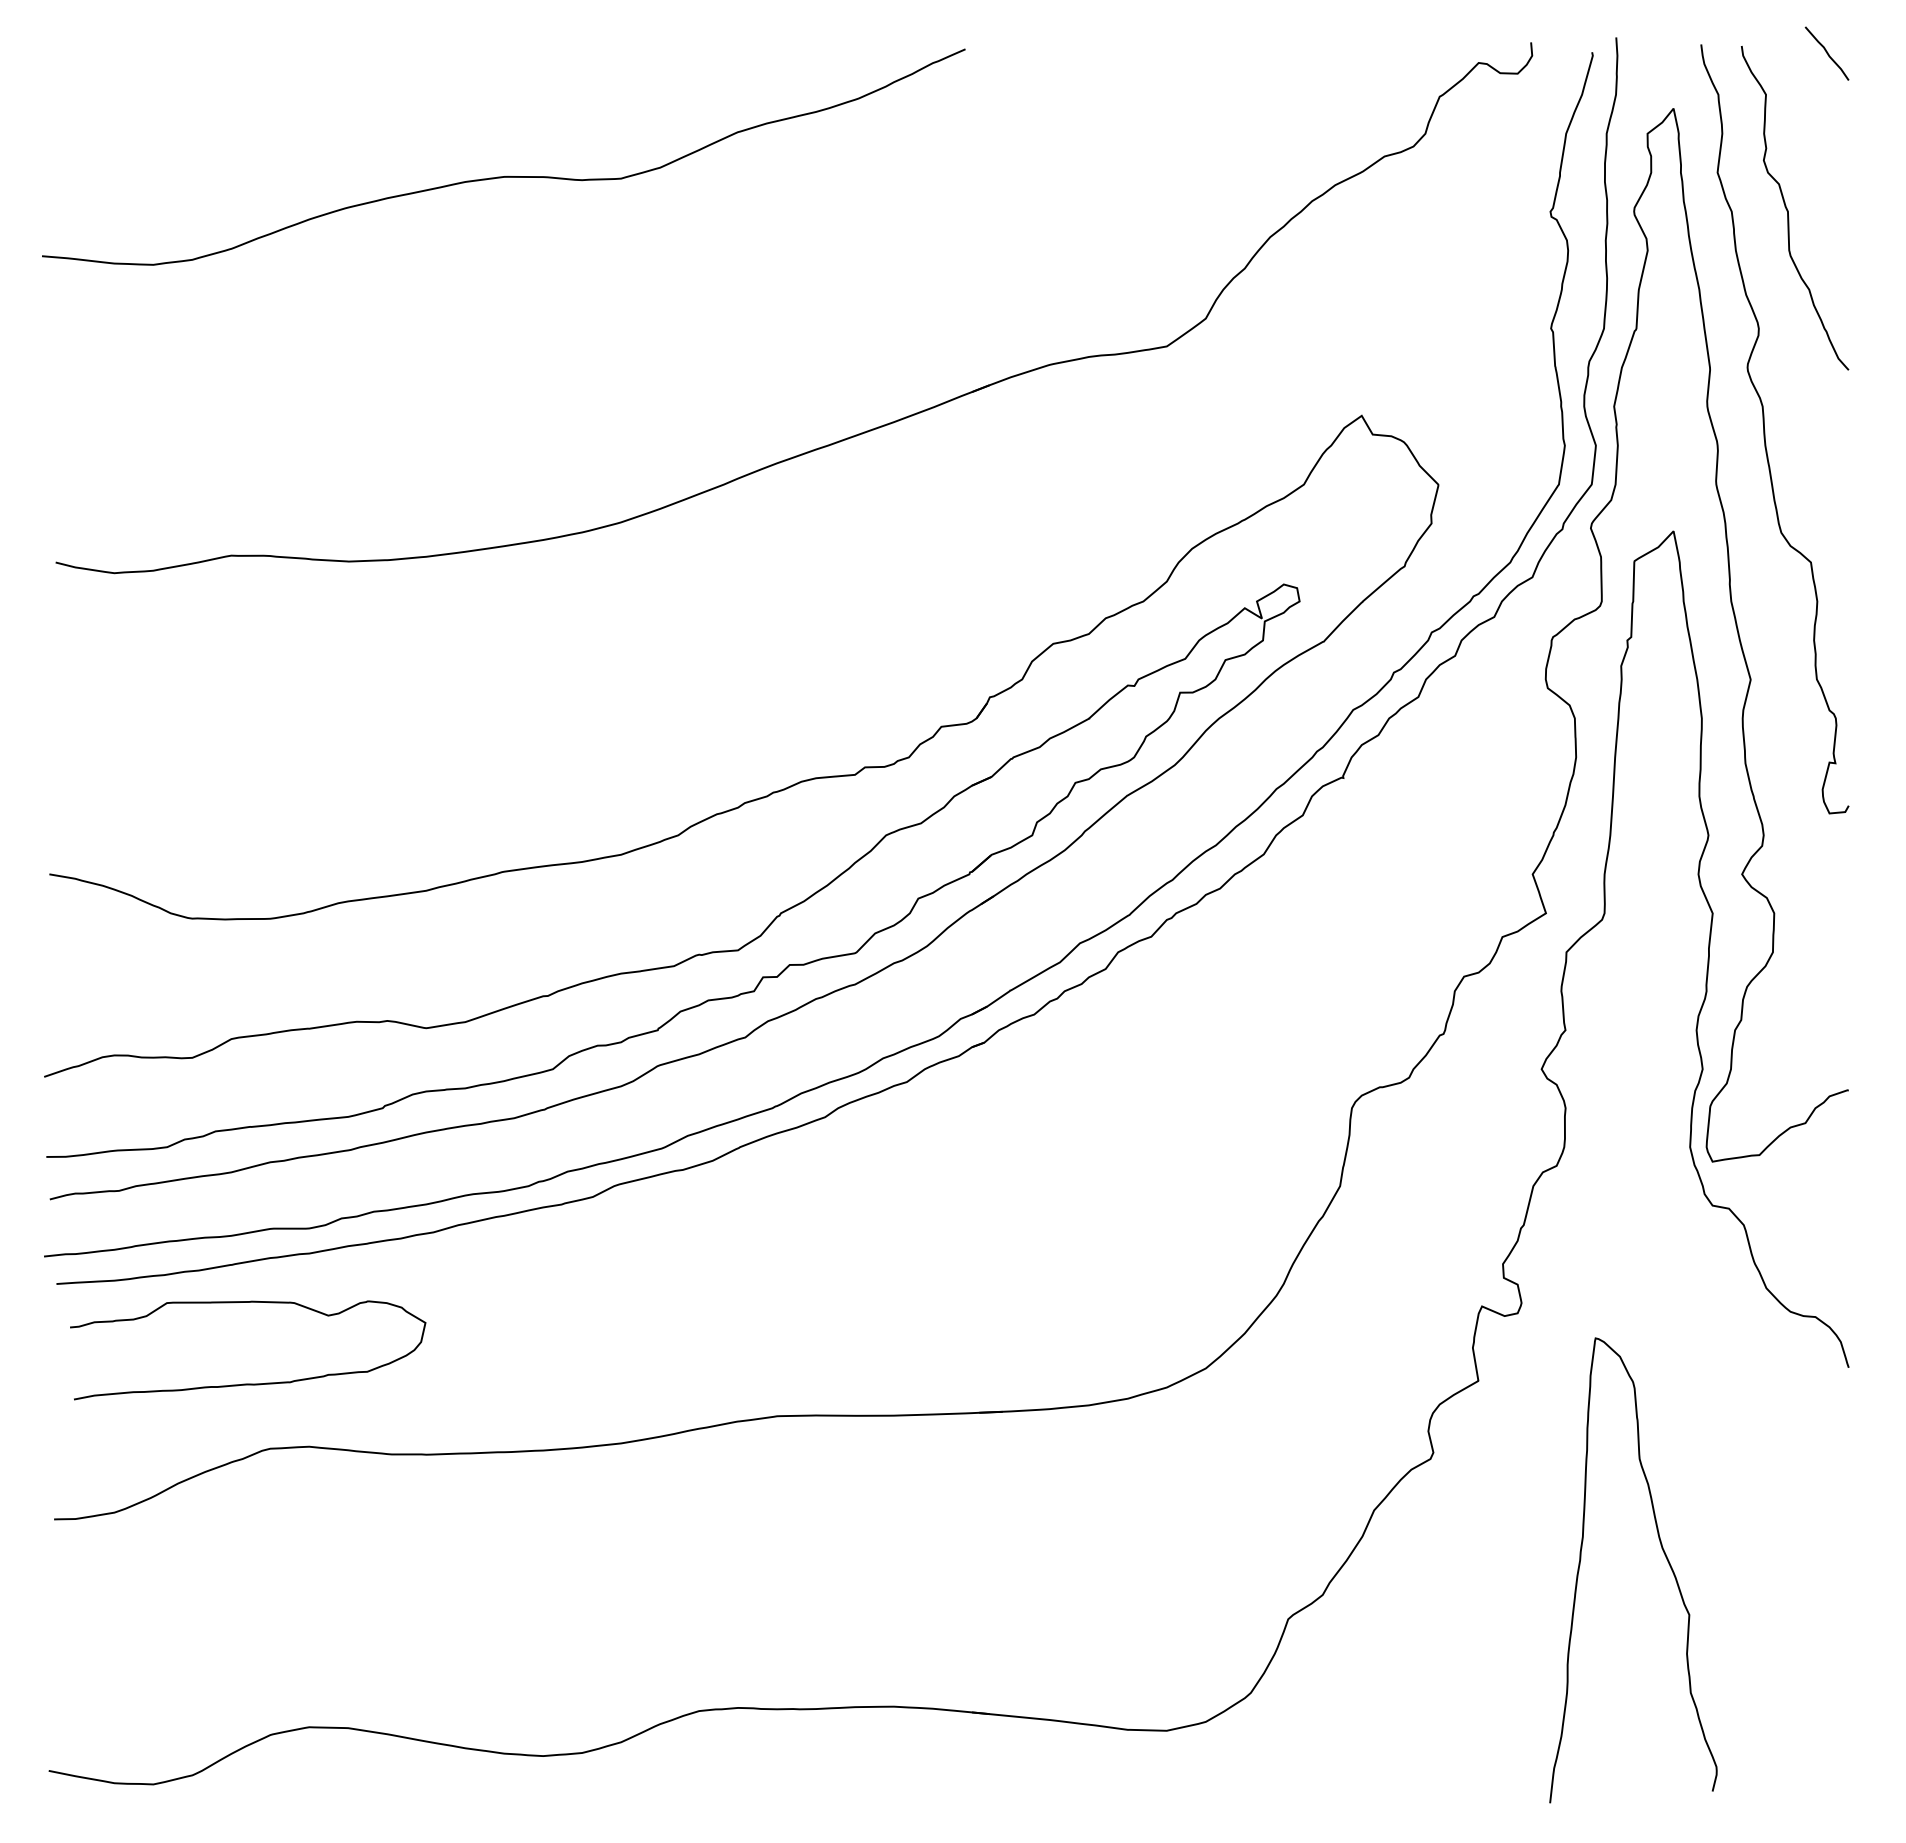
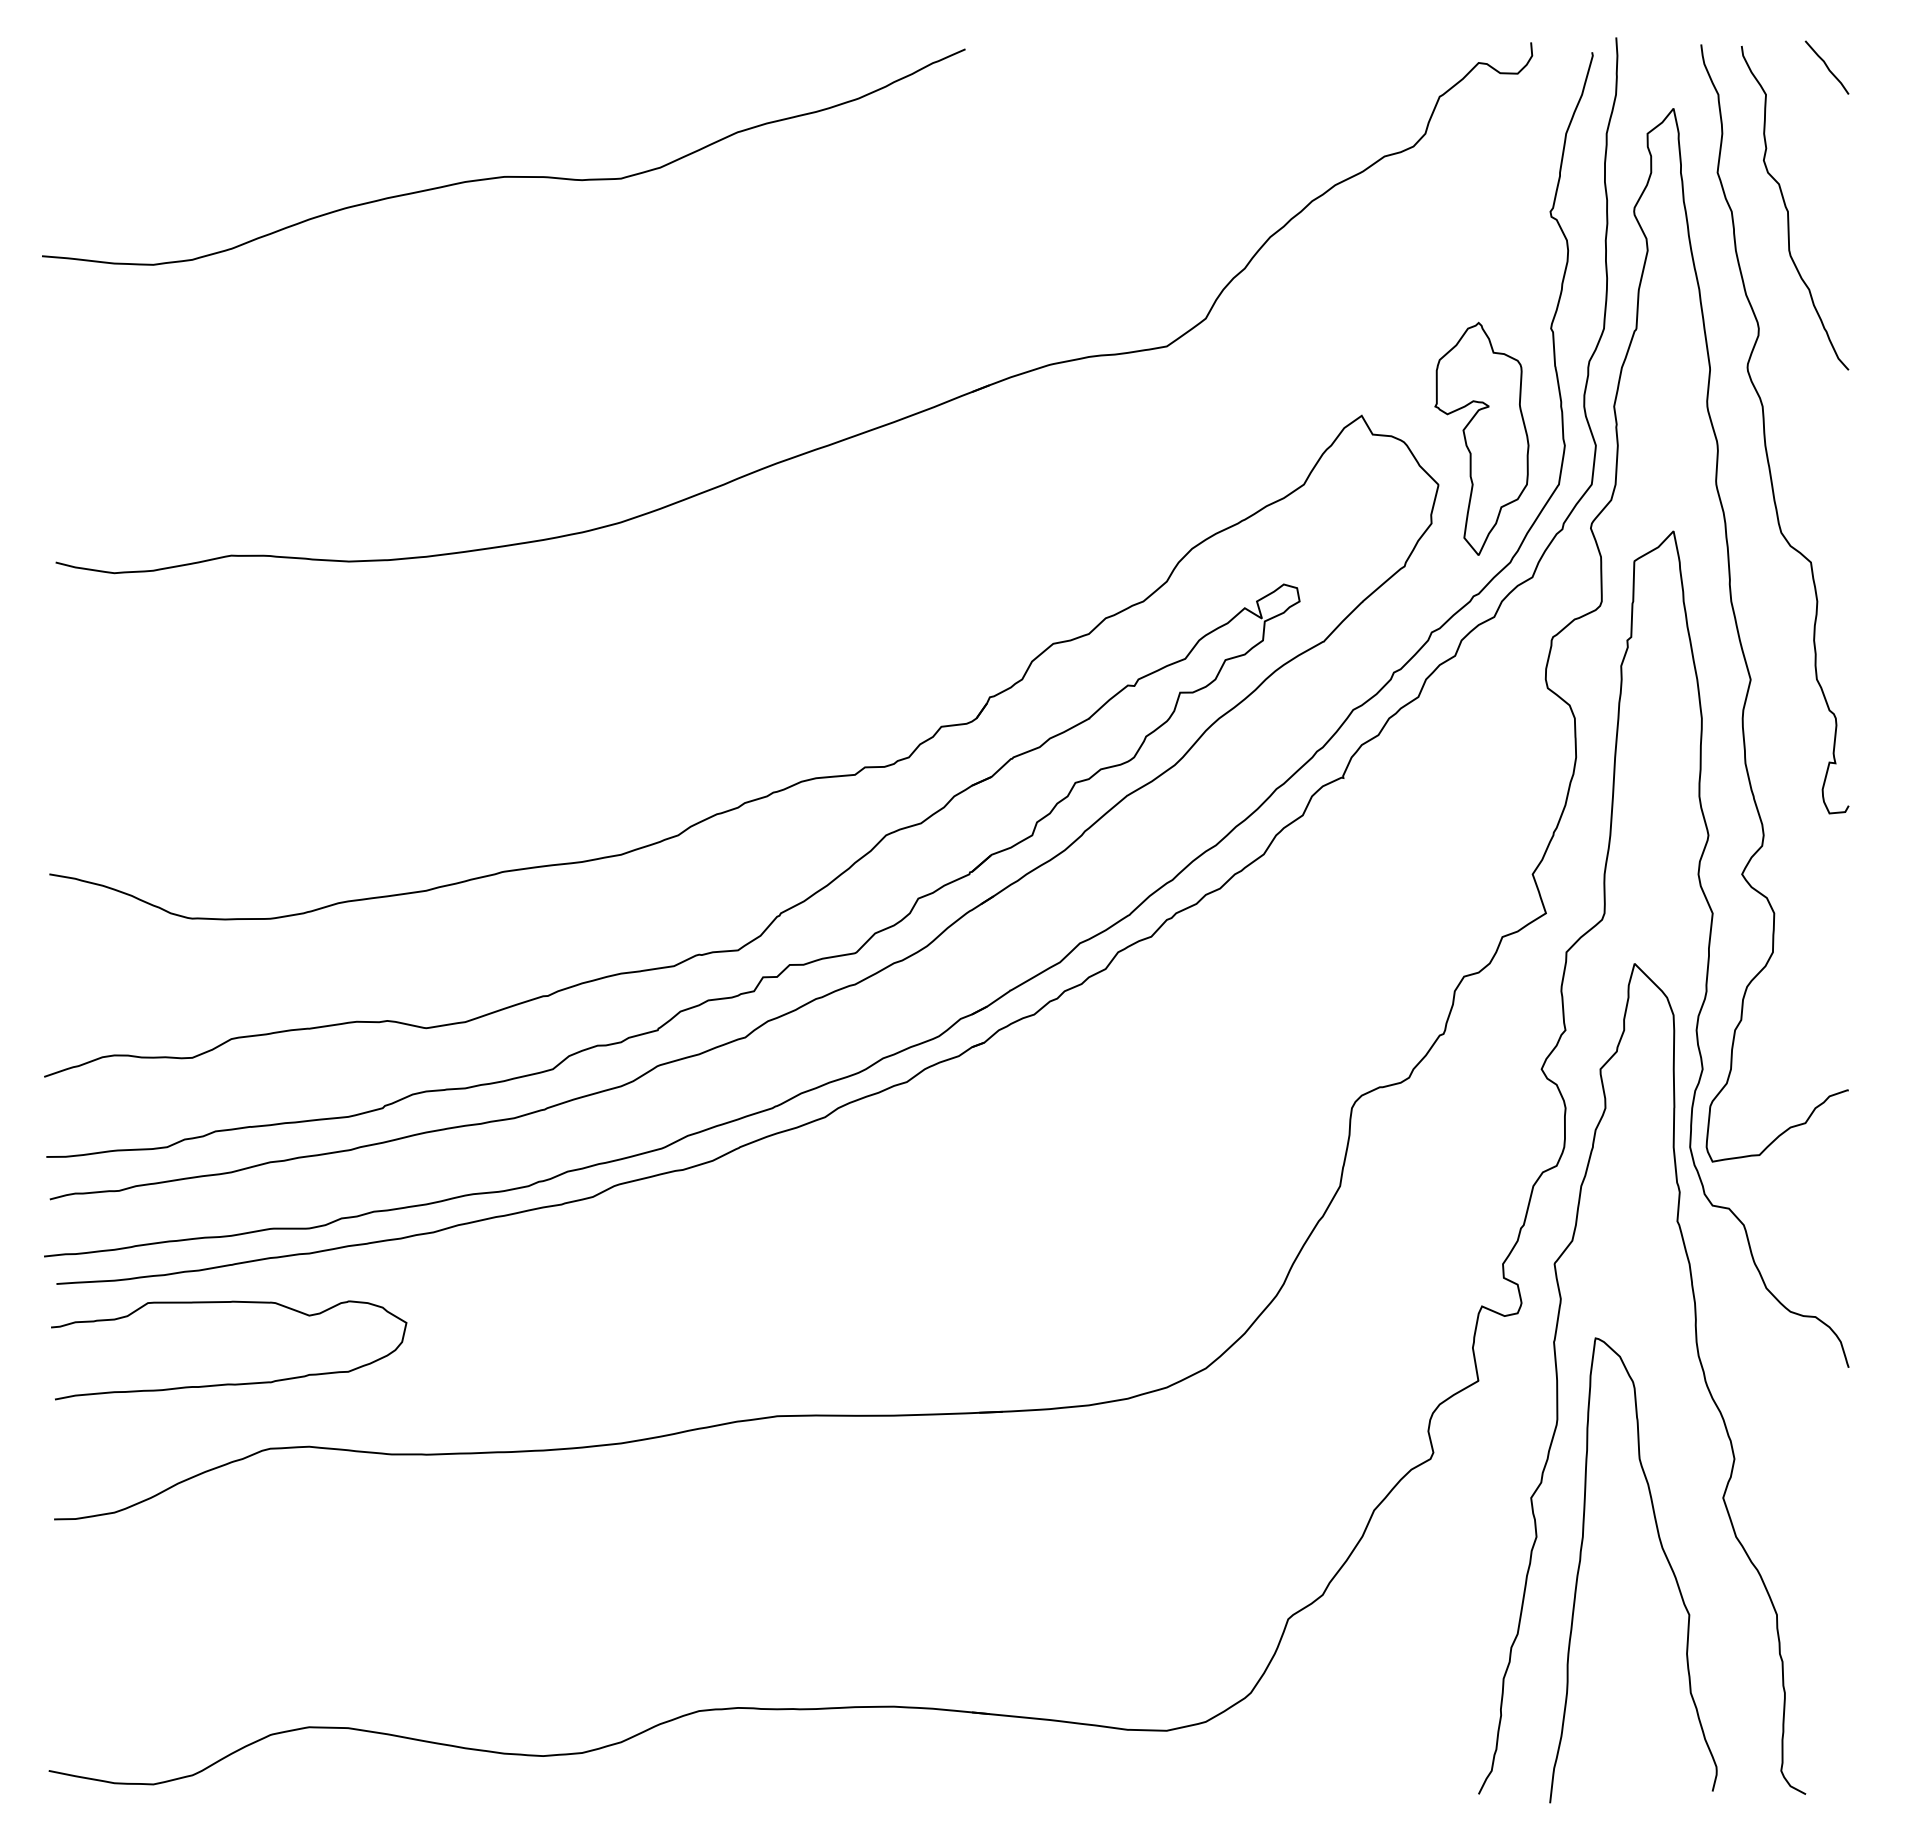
curve at (1826, 53) position: (1826, 53) -> (1826, 67)
part at (1481, 438): none -> present
curve at (1698, 1359): none -> present
curve at (248, 1383) position: (248, 1383) -> (229, 1383)
